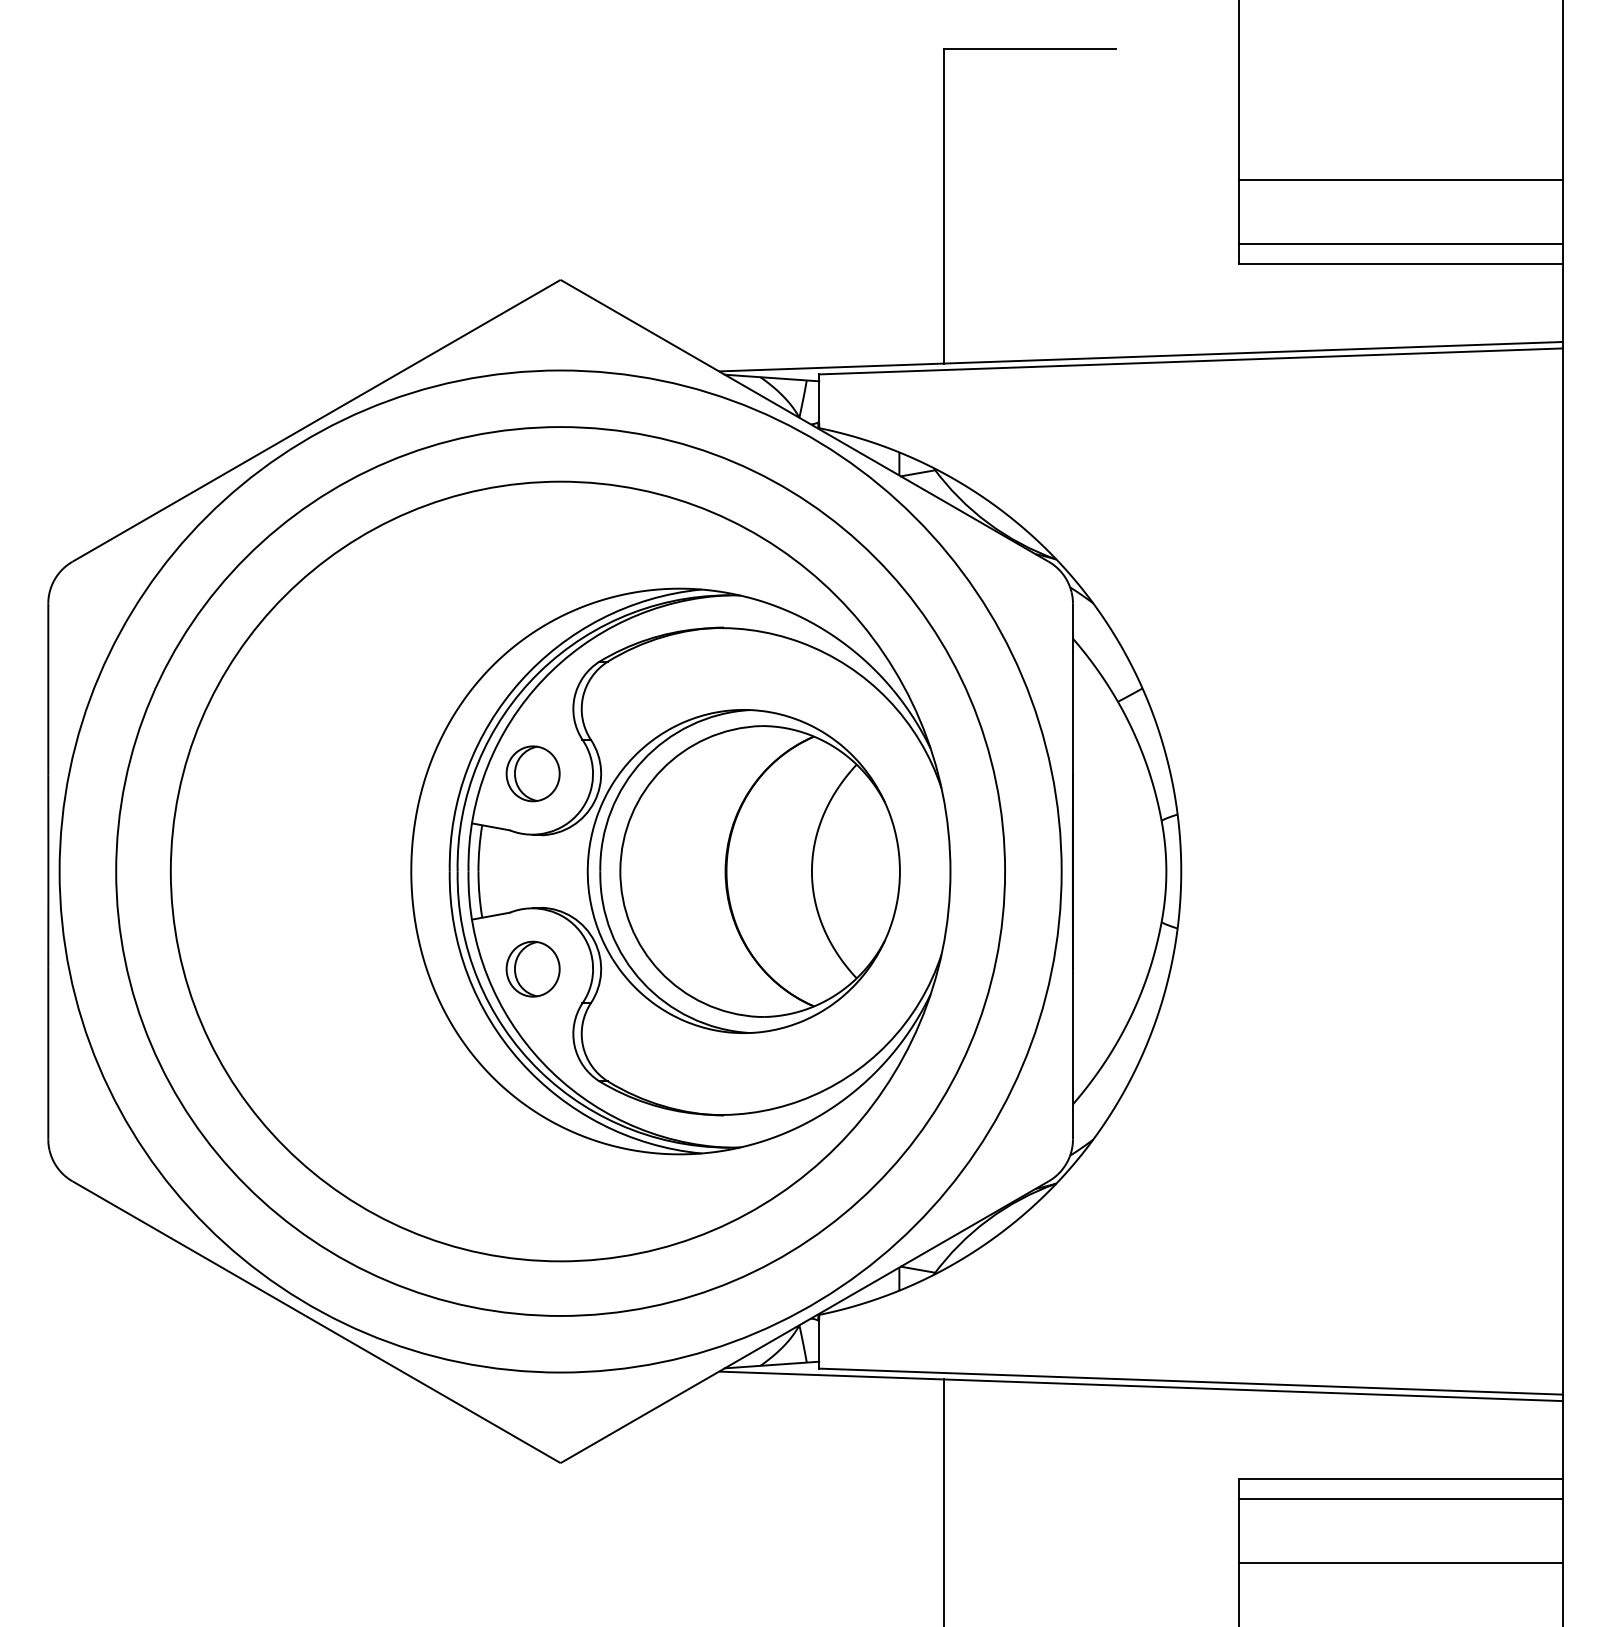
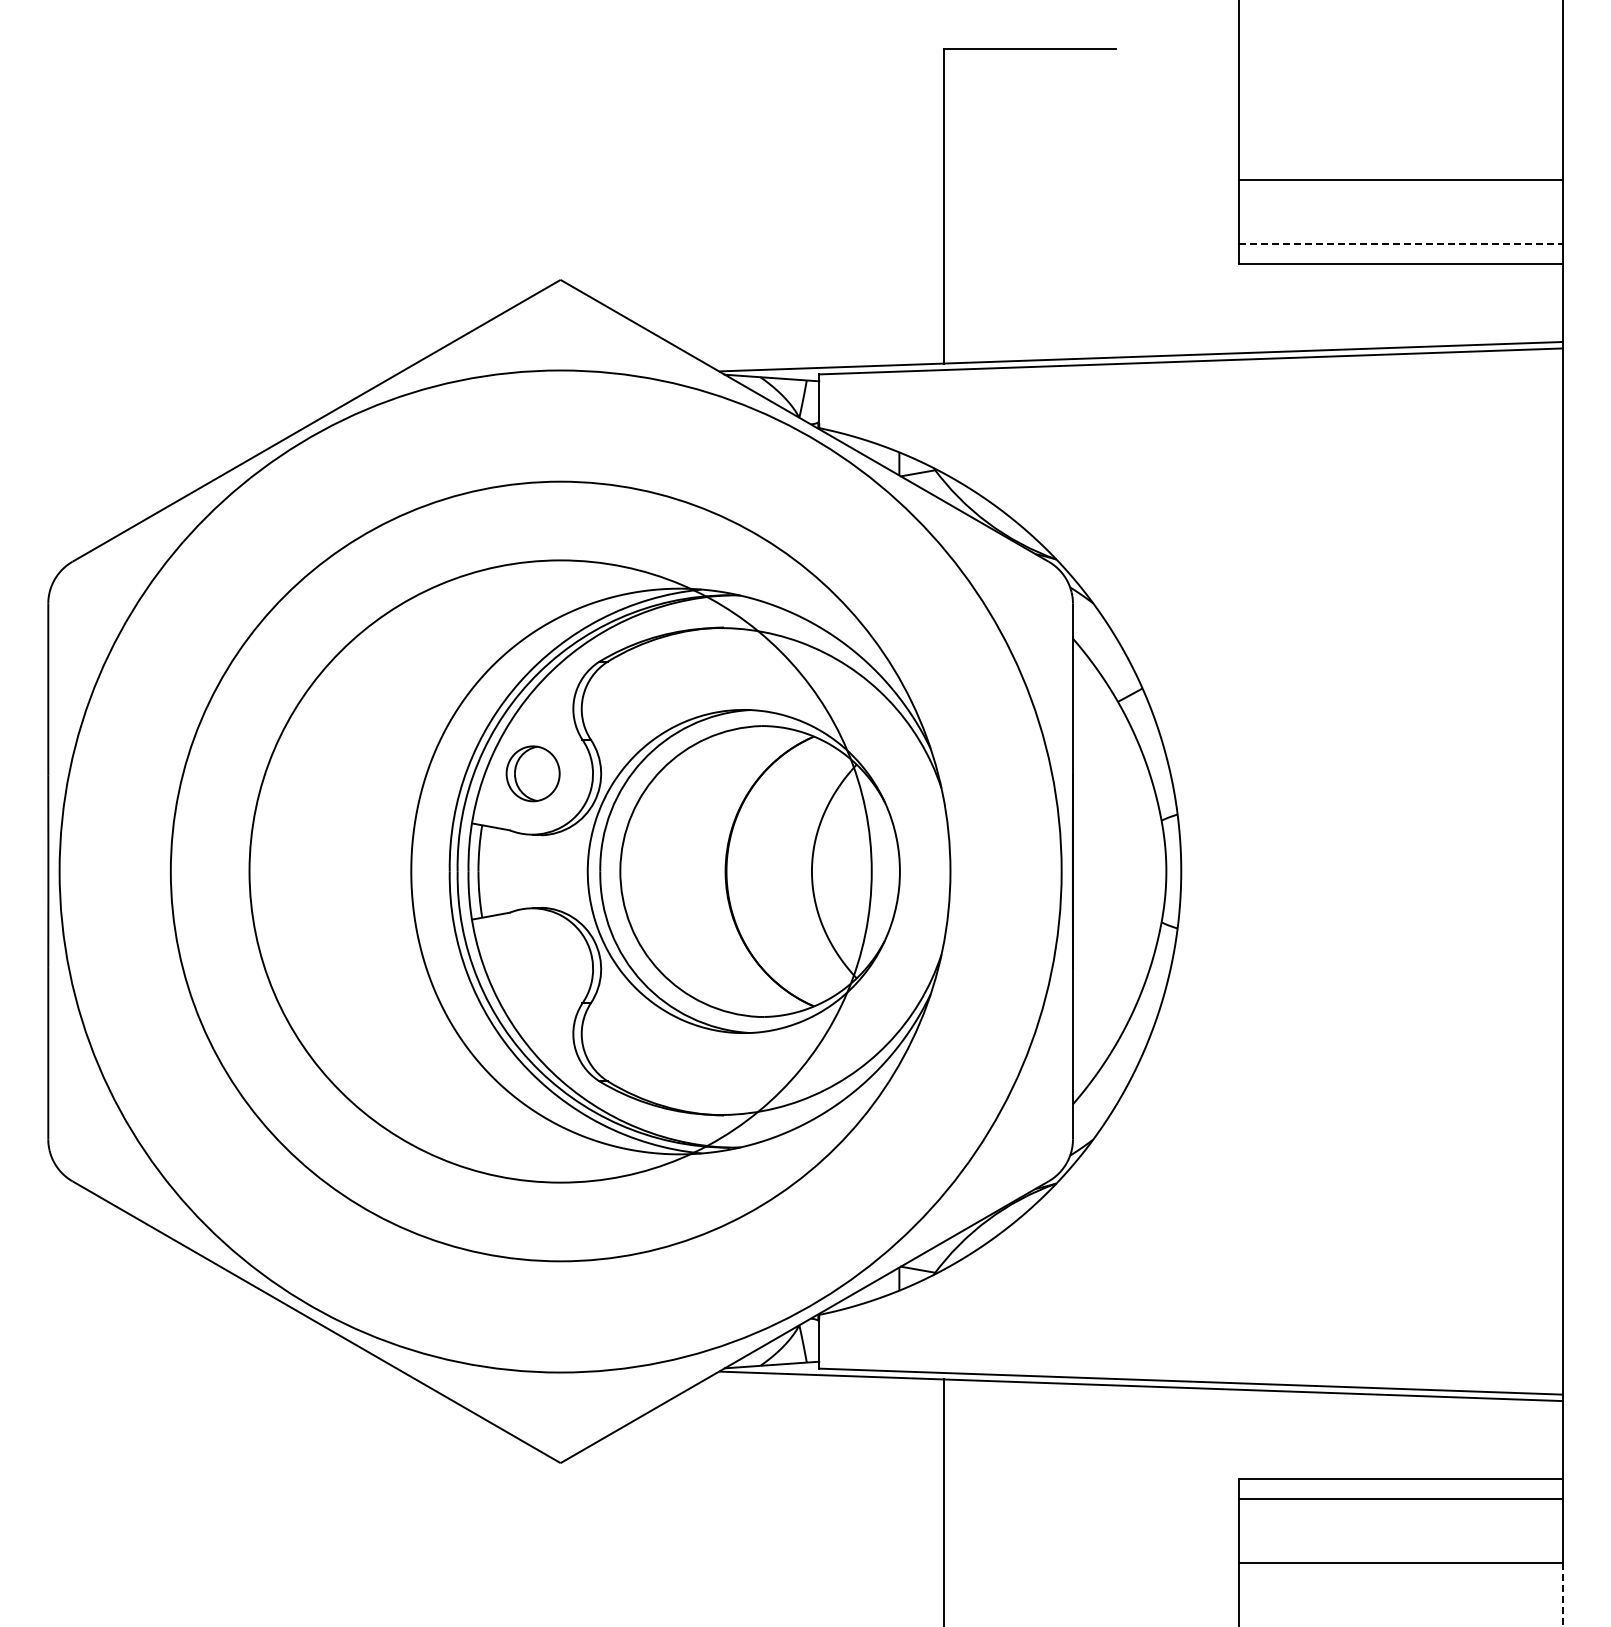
line at (1401, 243): solid -> dashed
circle at (560, 871) diameter: 889 px -> 622 px
part at (532, 968): present -> none
line at (1562, 1594): solid -> dashed
